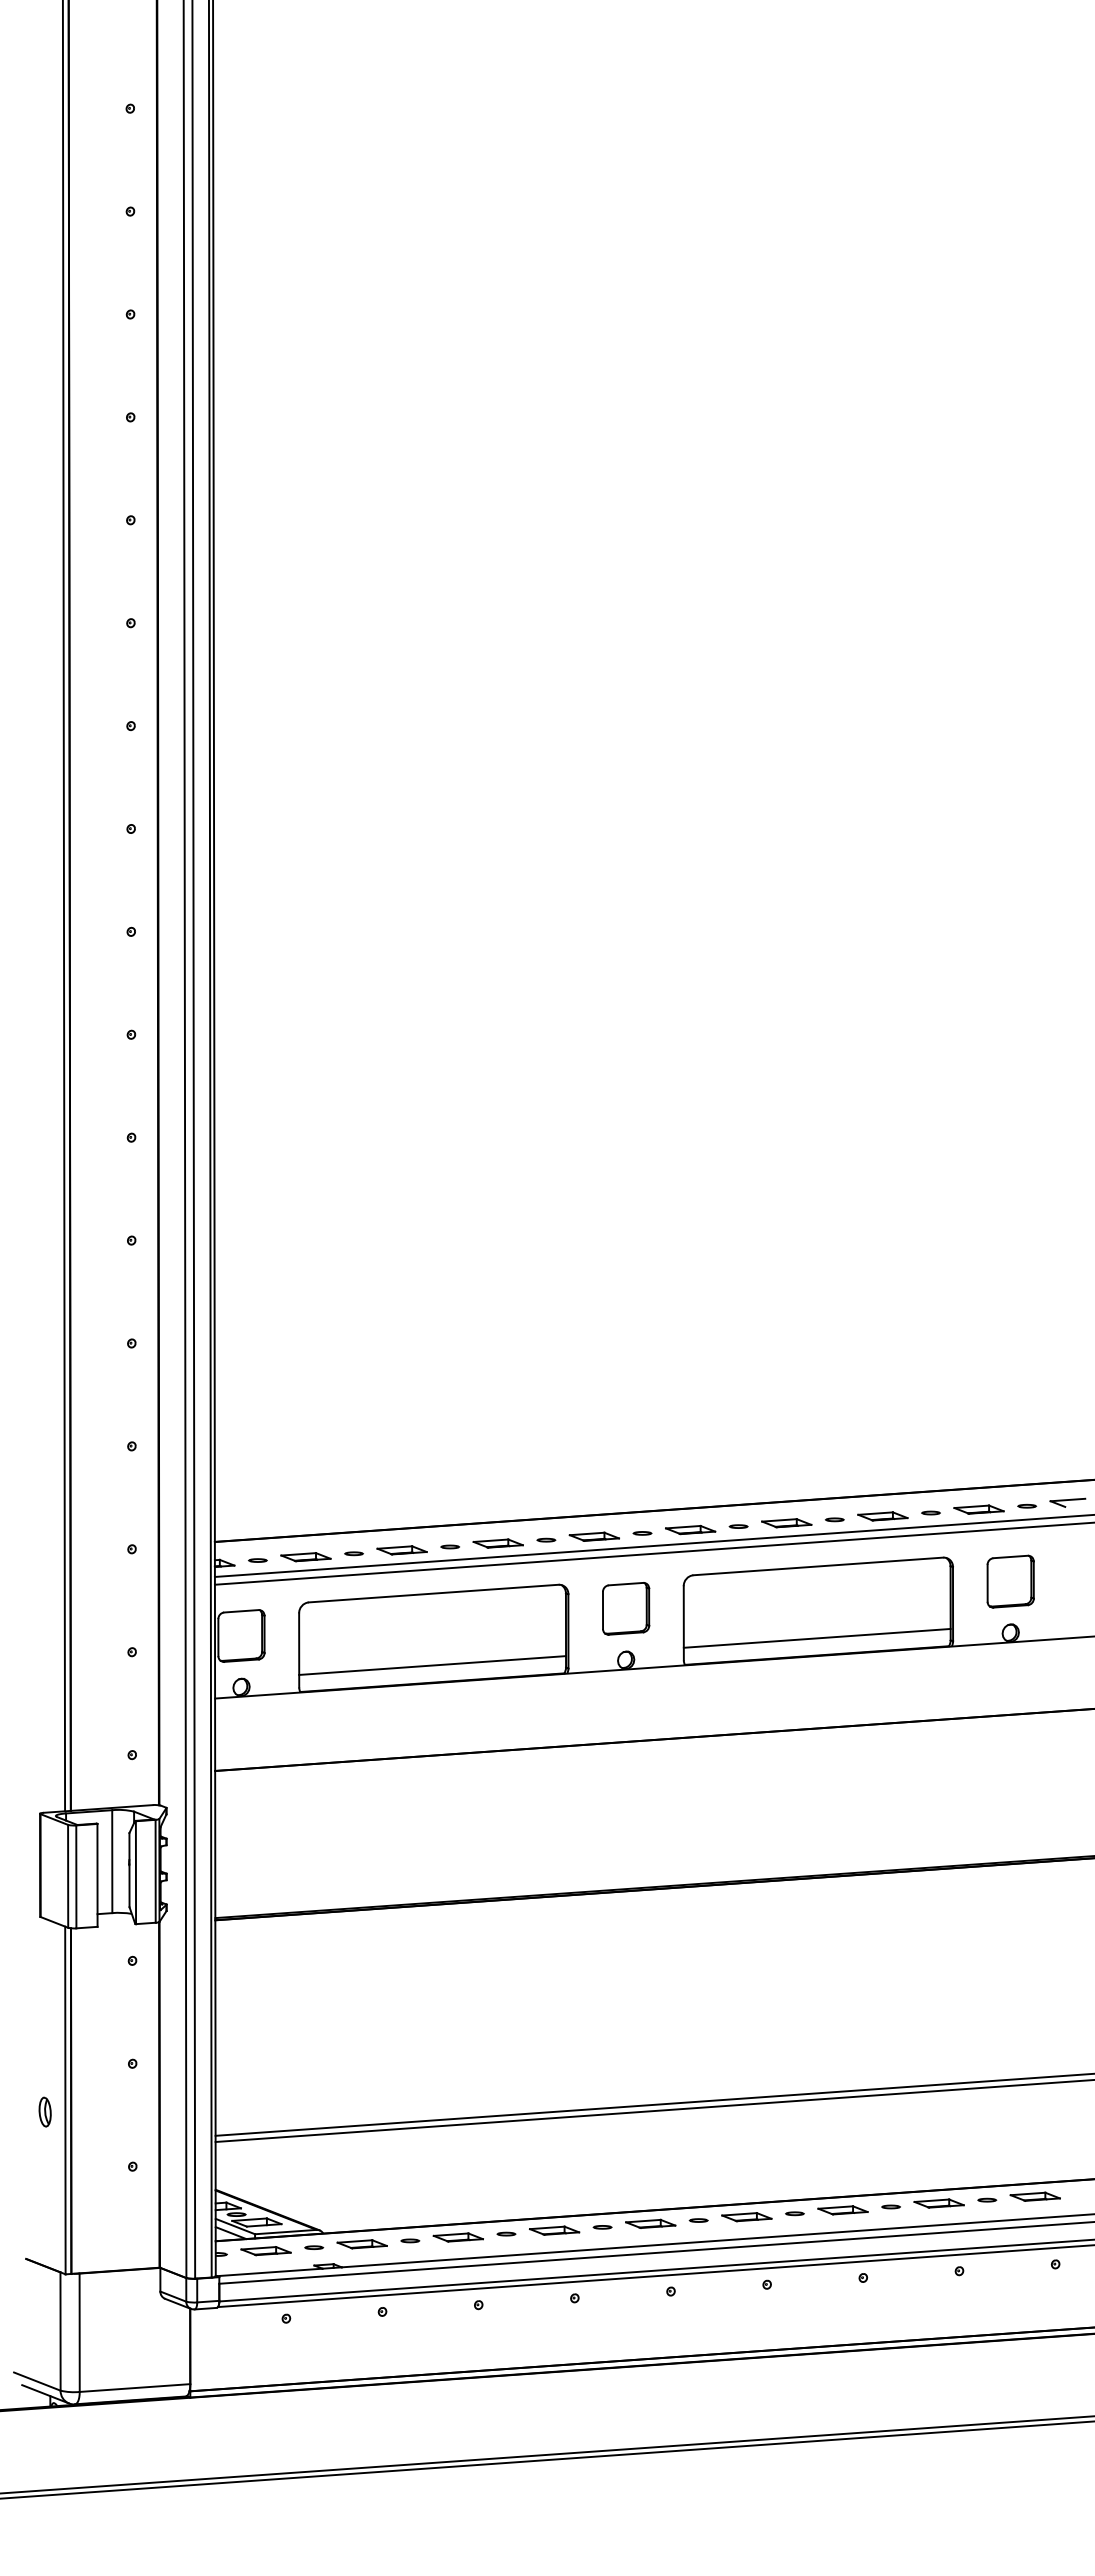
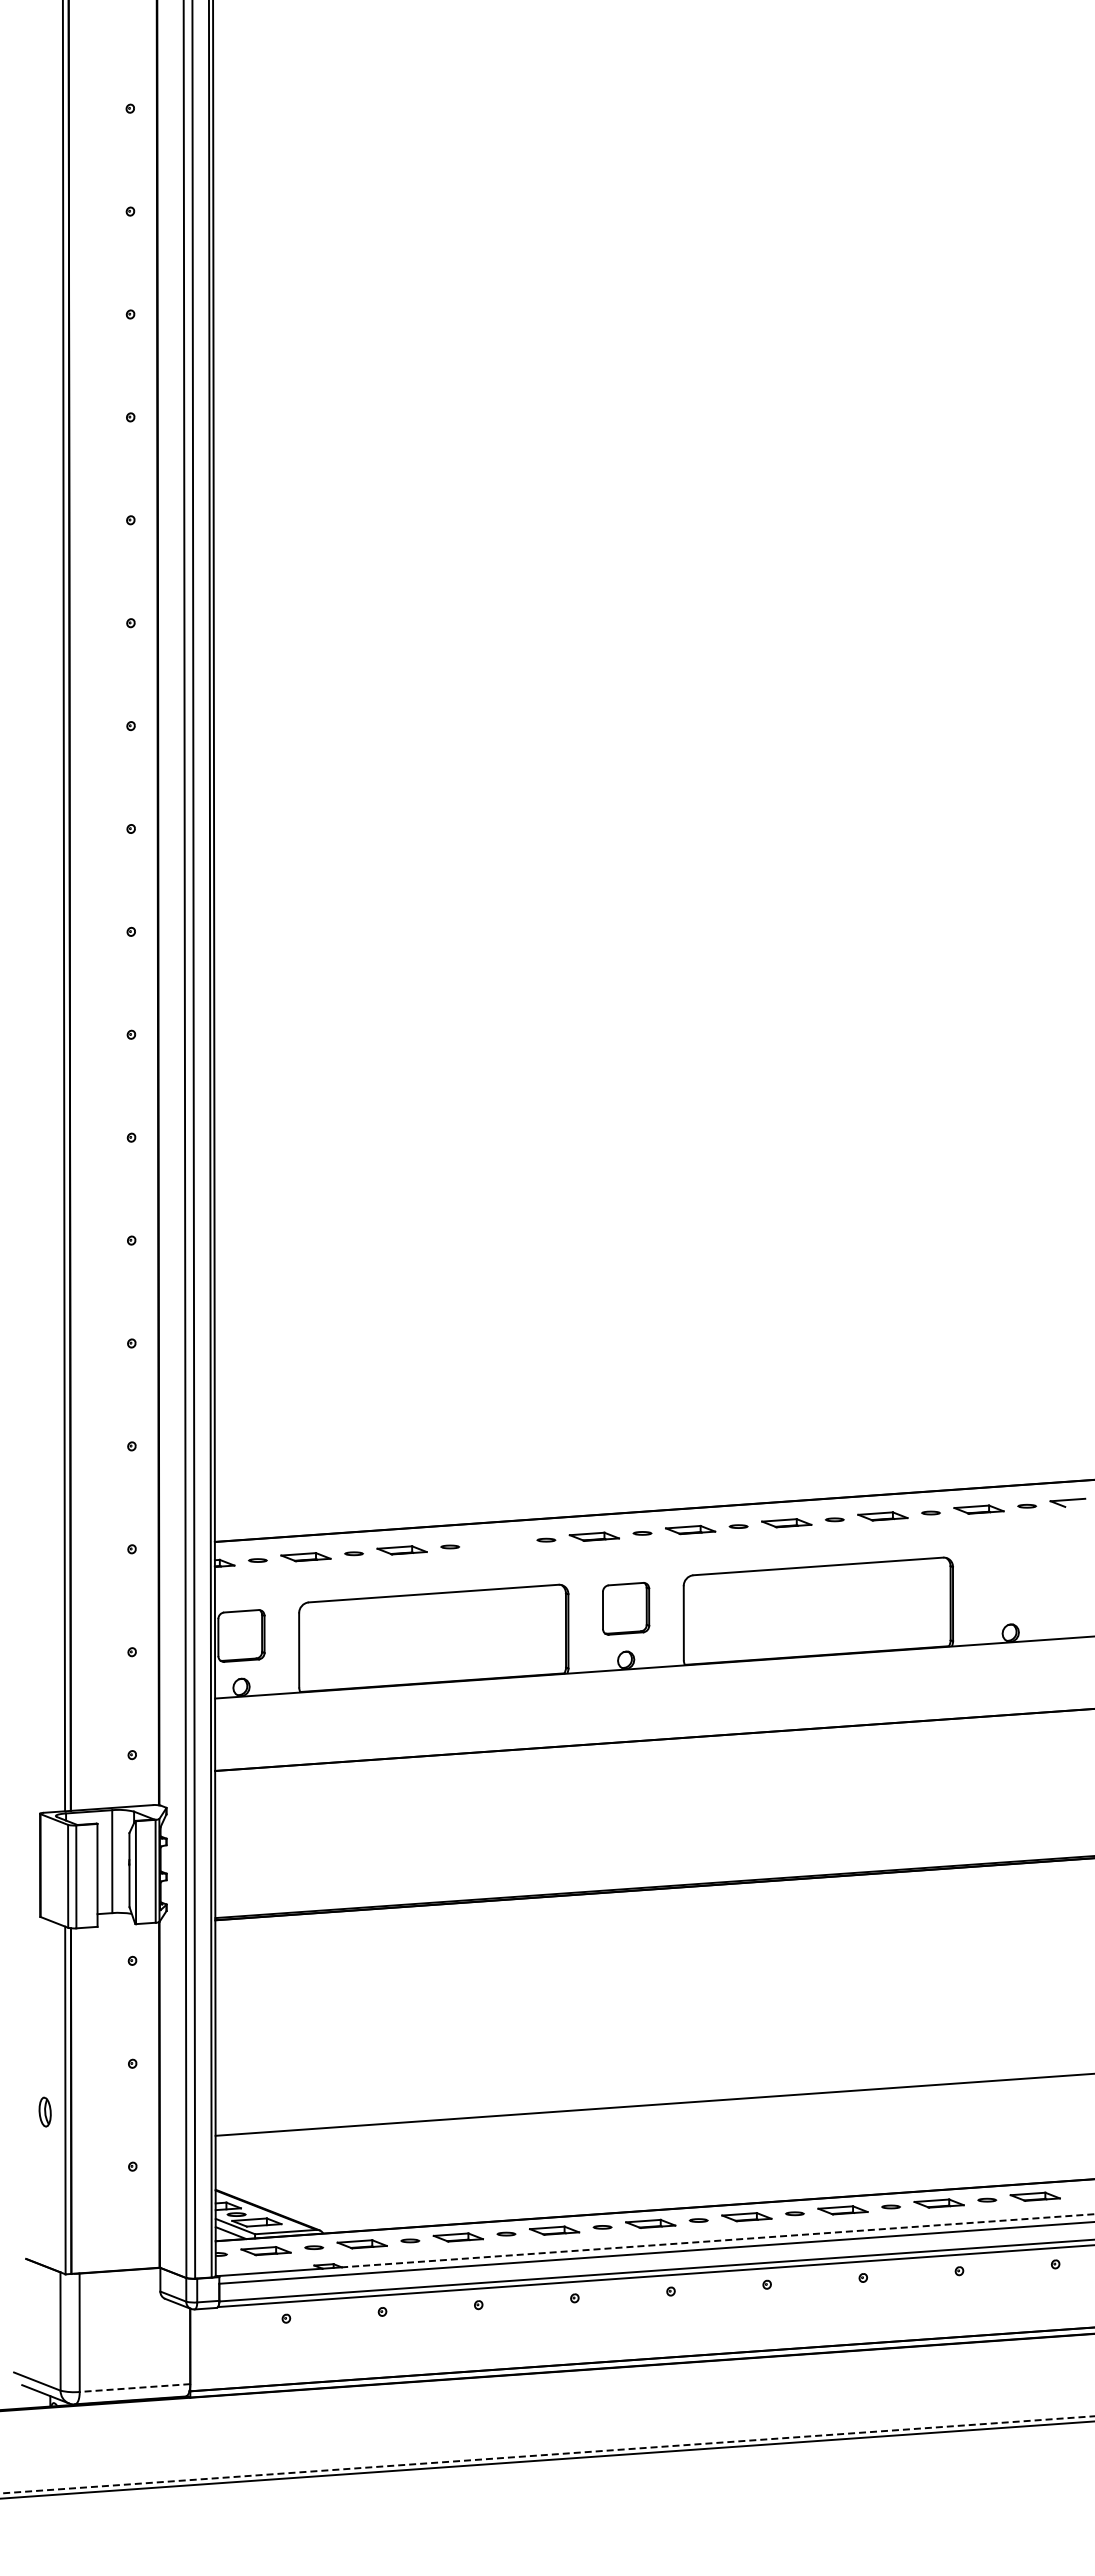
part at (497, 1543): present -> none
line at (652, 1545): present -> none
line at (652, 1553): present -> none
part at (1010, 1581): present -> none
line at (816, 1637): present -> none
line at (432, 1665): present -> none
line at (653, 2111): present -> none
line at (717, 2240): solid -> dashed
line at (134, 2388): solid -> dashed
line at (547, 2454): solid -> dashed
